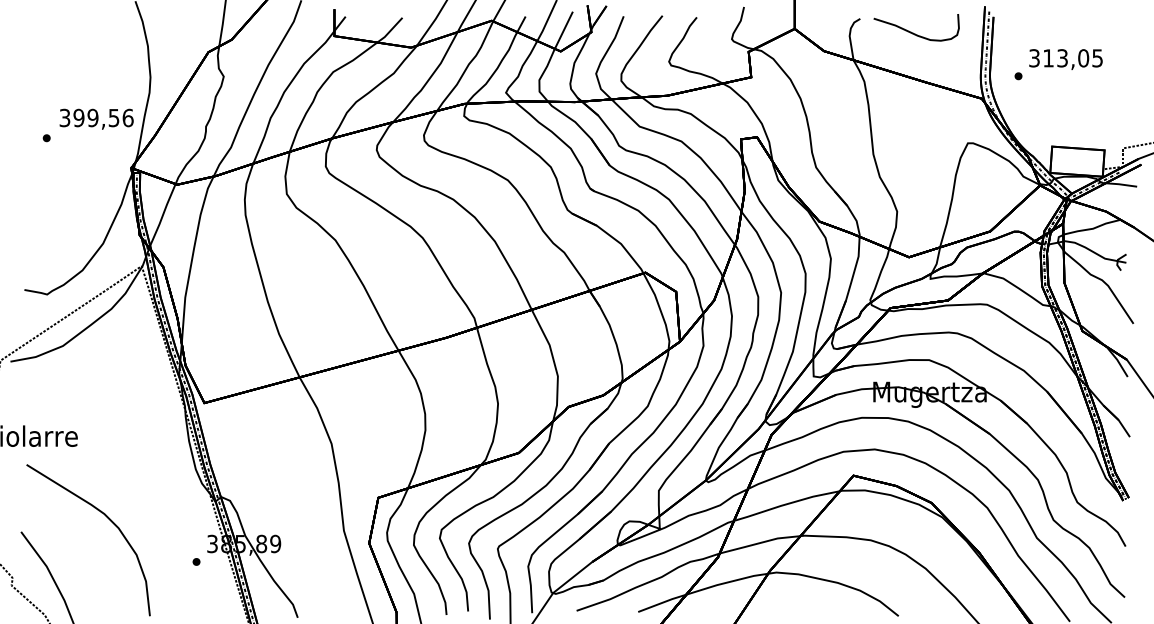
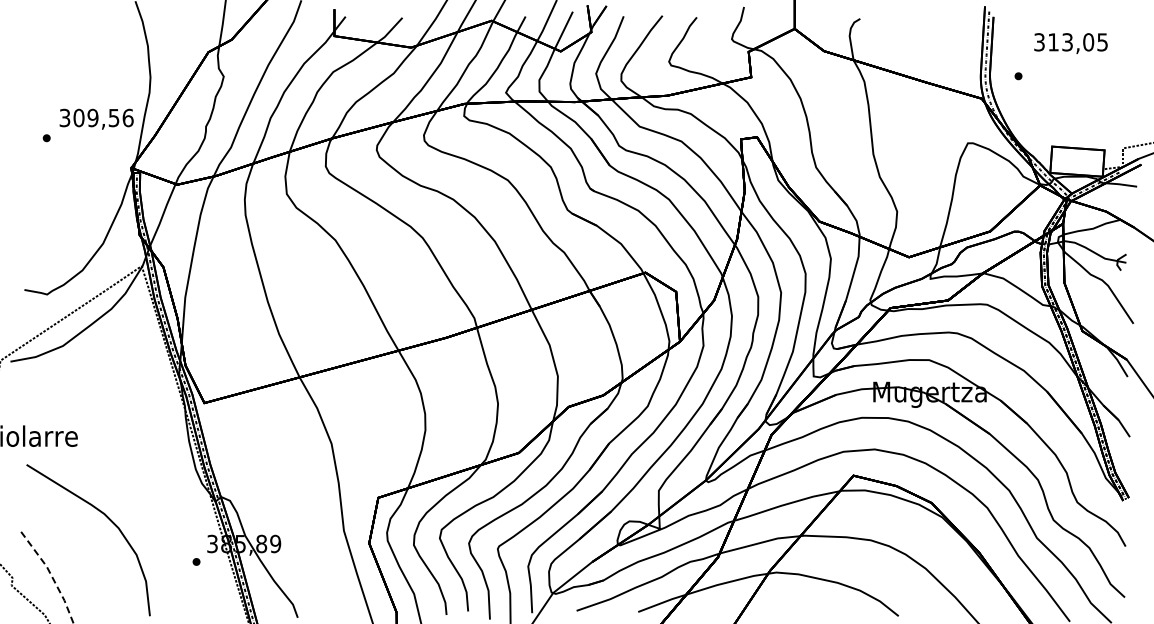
curve at (913, 32): present -> none
text at (1065, 59) position: (1065, 59) -> (1070, 43)
text at (78, 118): 399,56 -> 309,56
line at (51, 575): solid -> dashed
